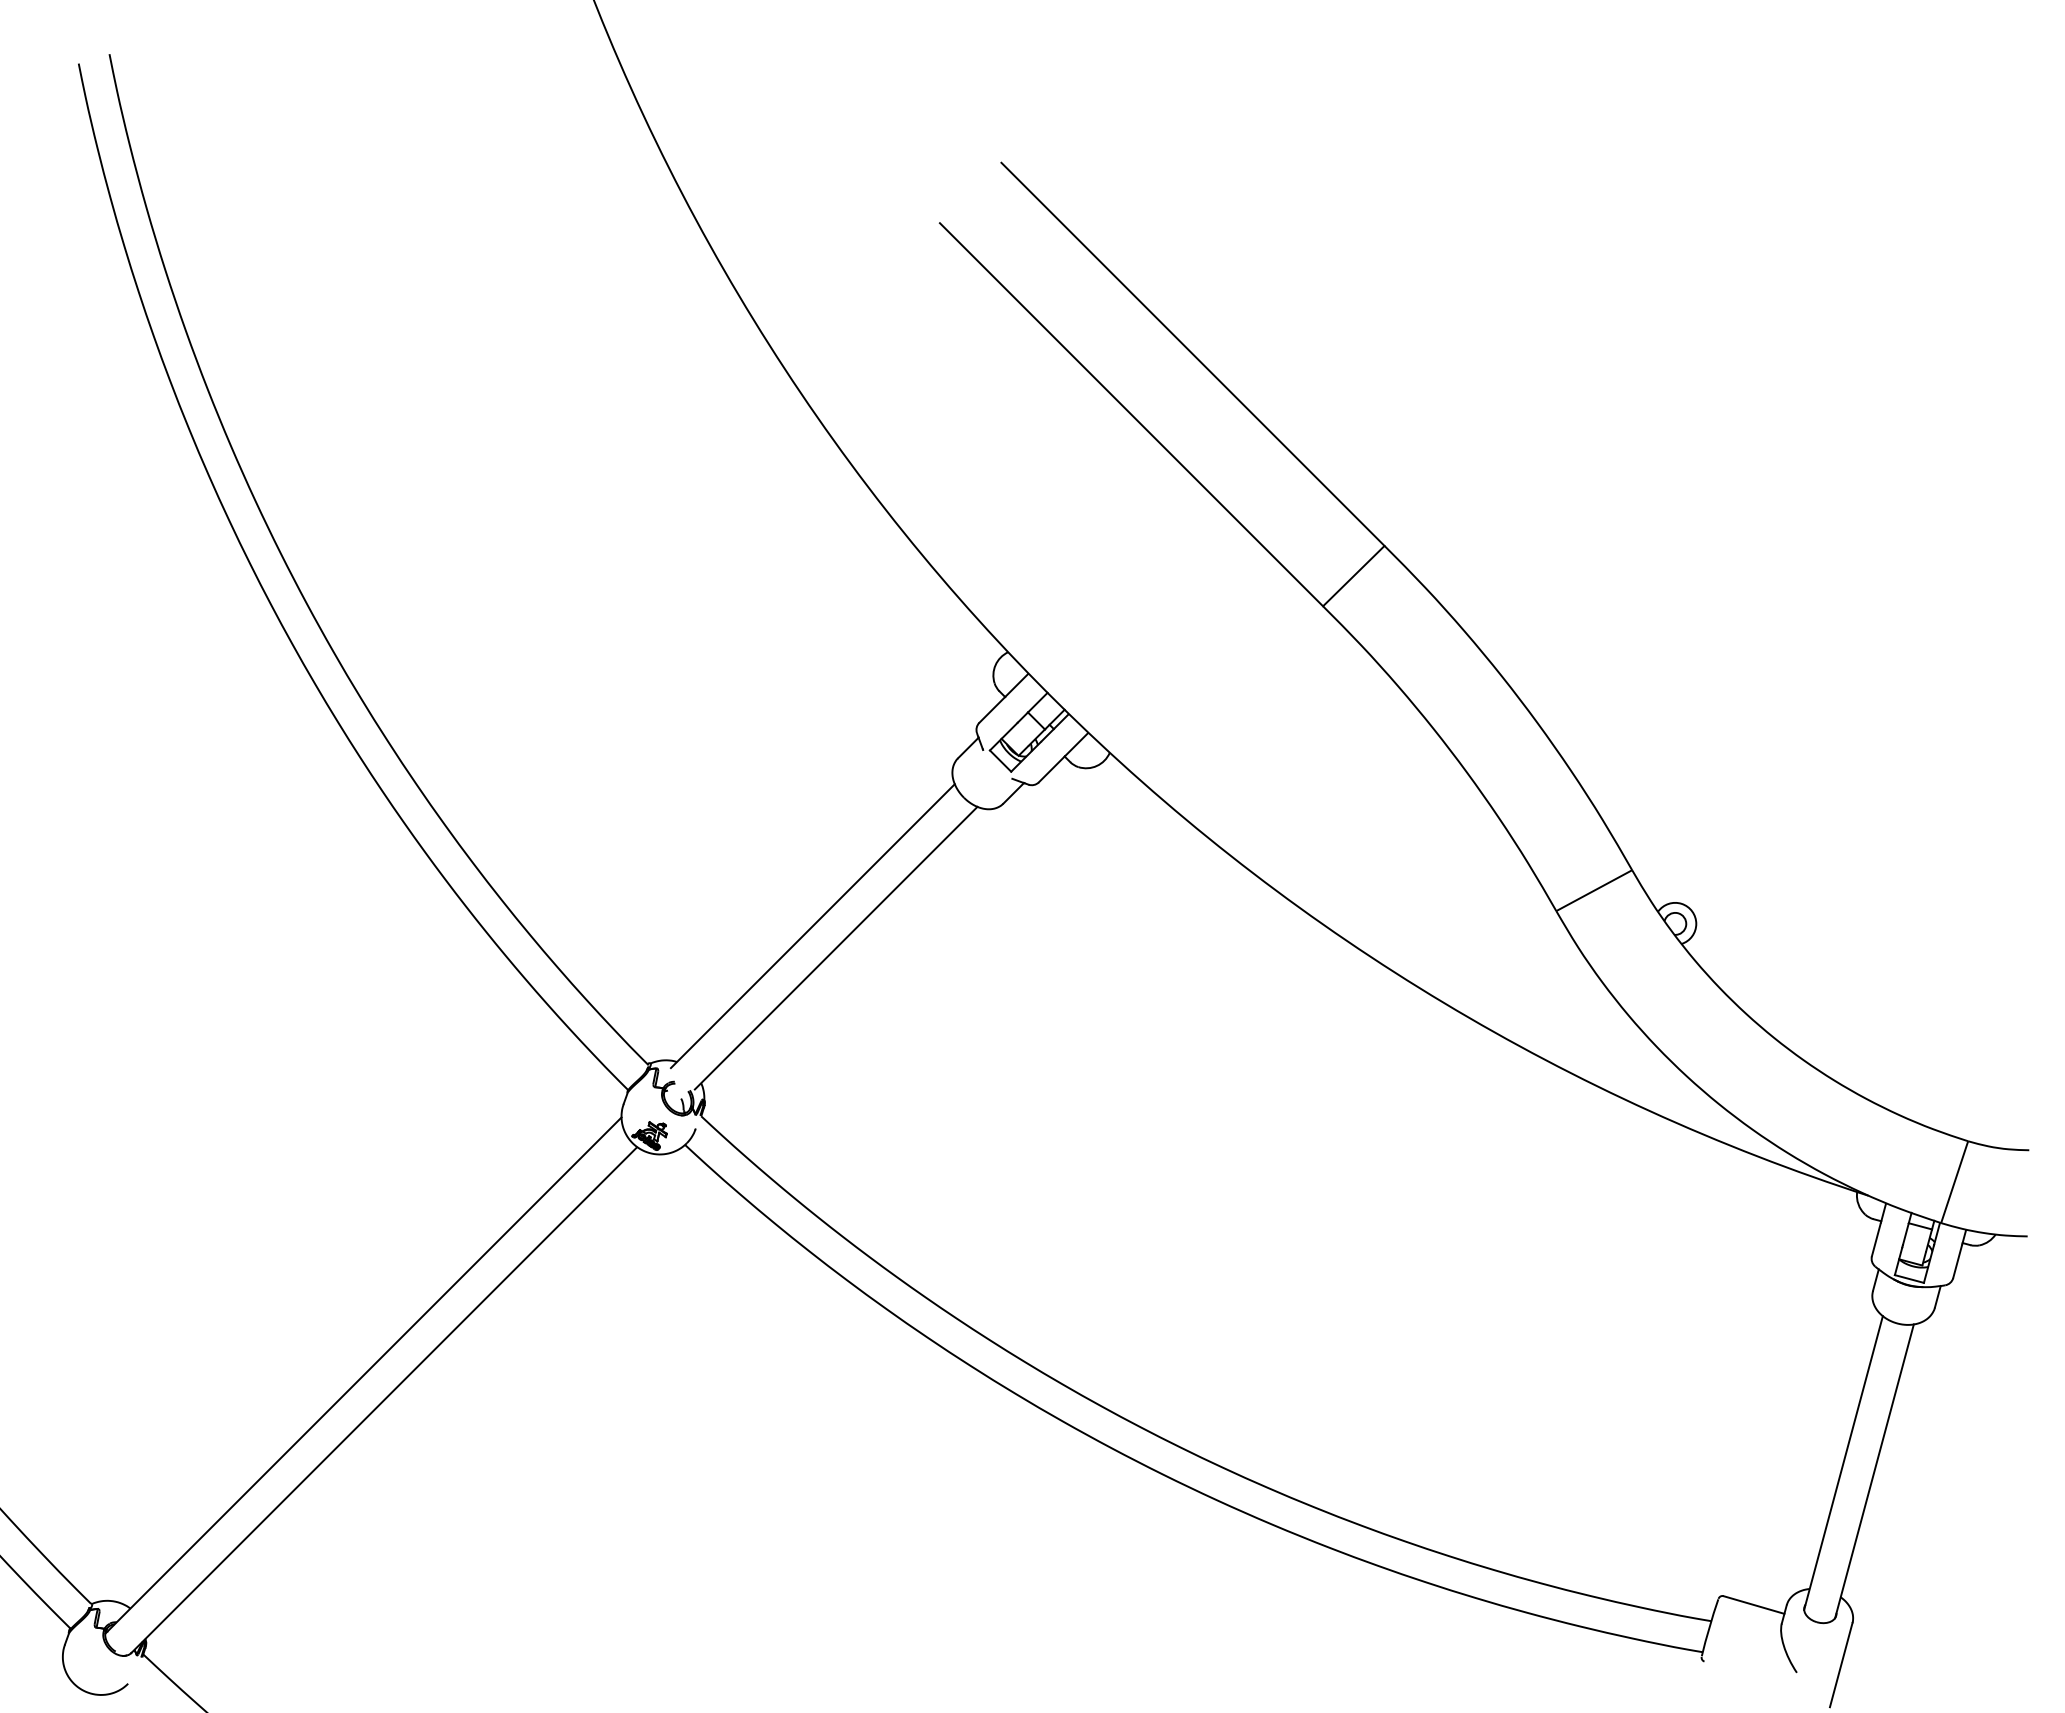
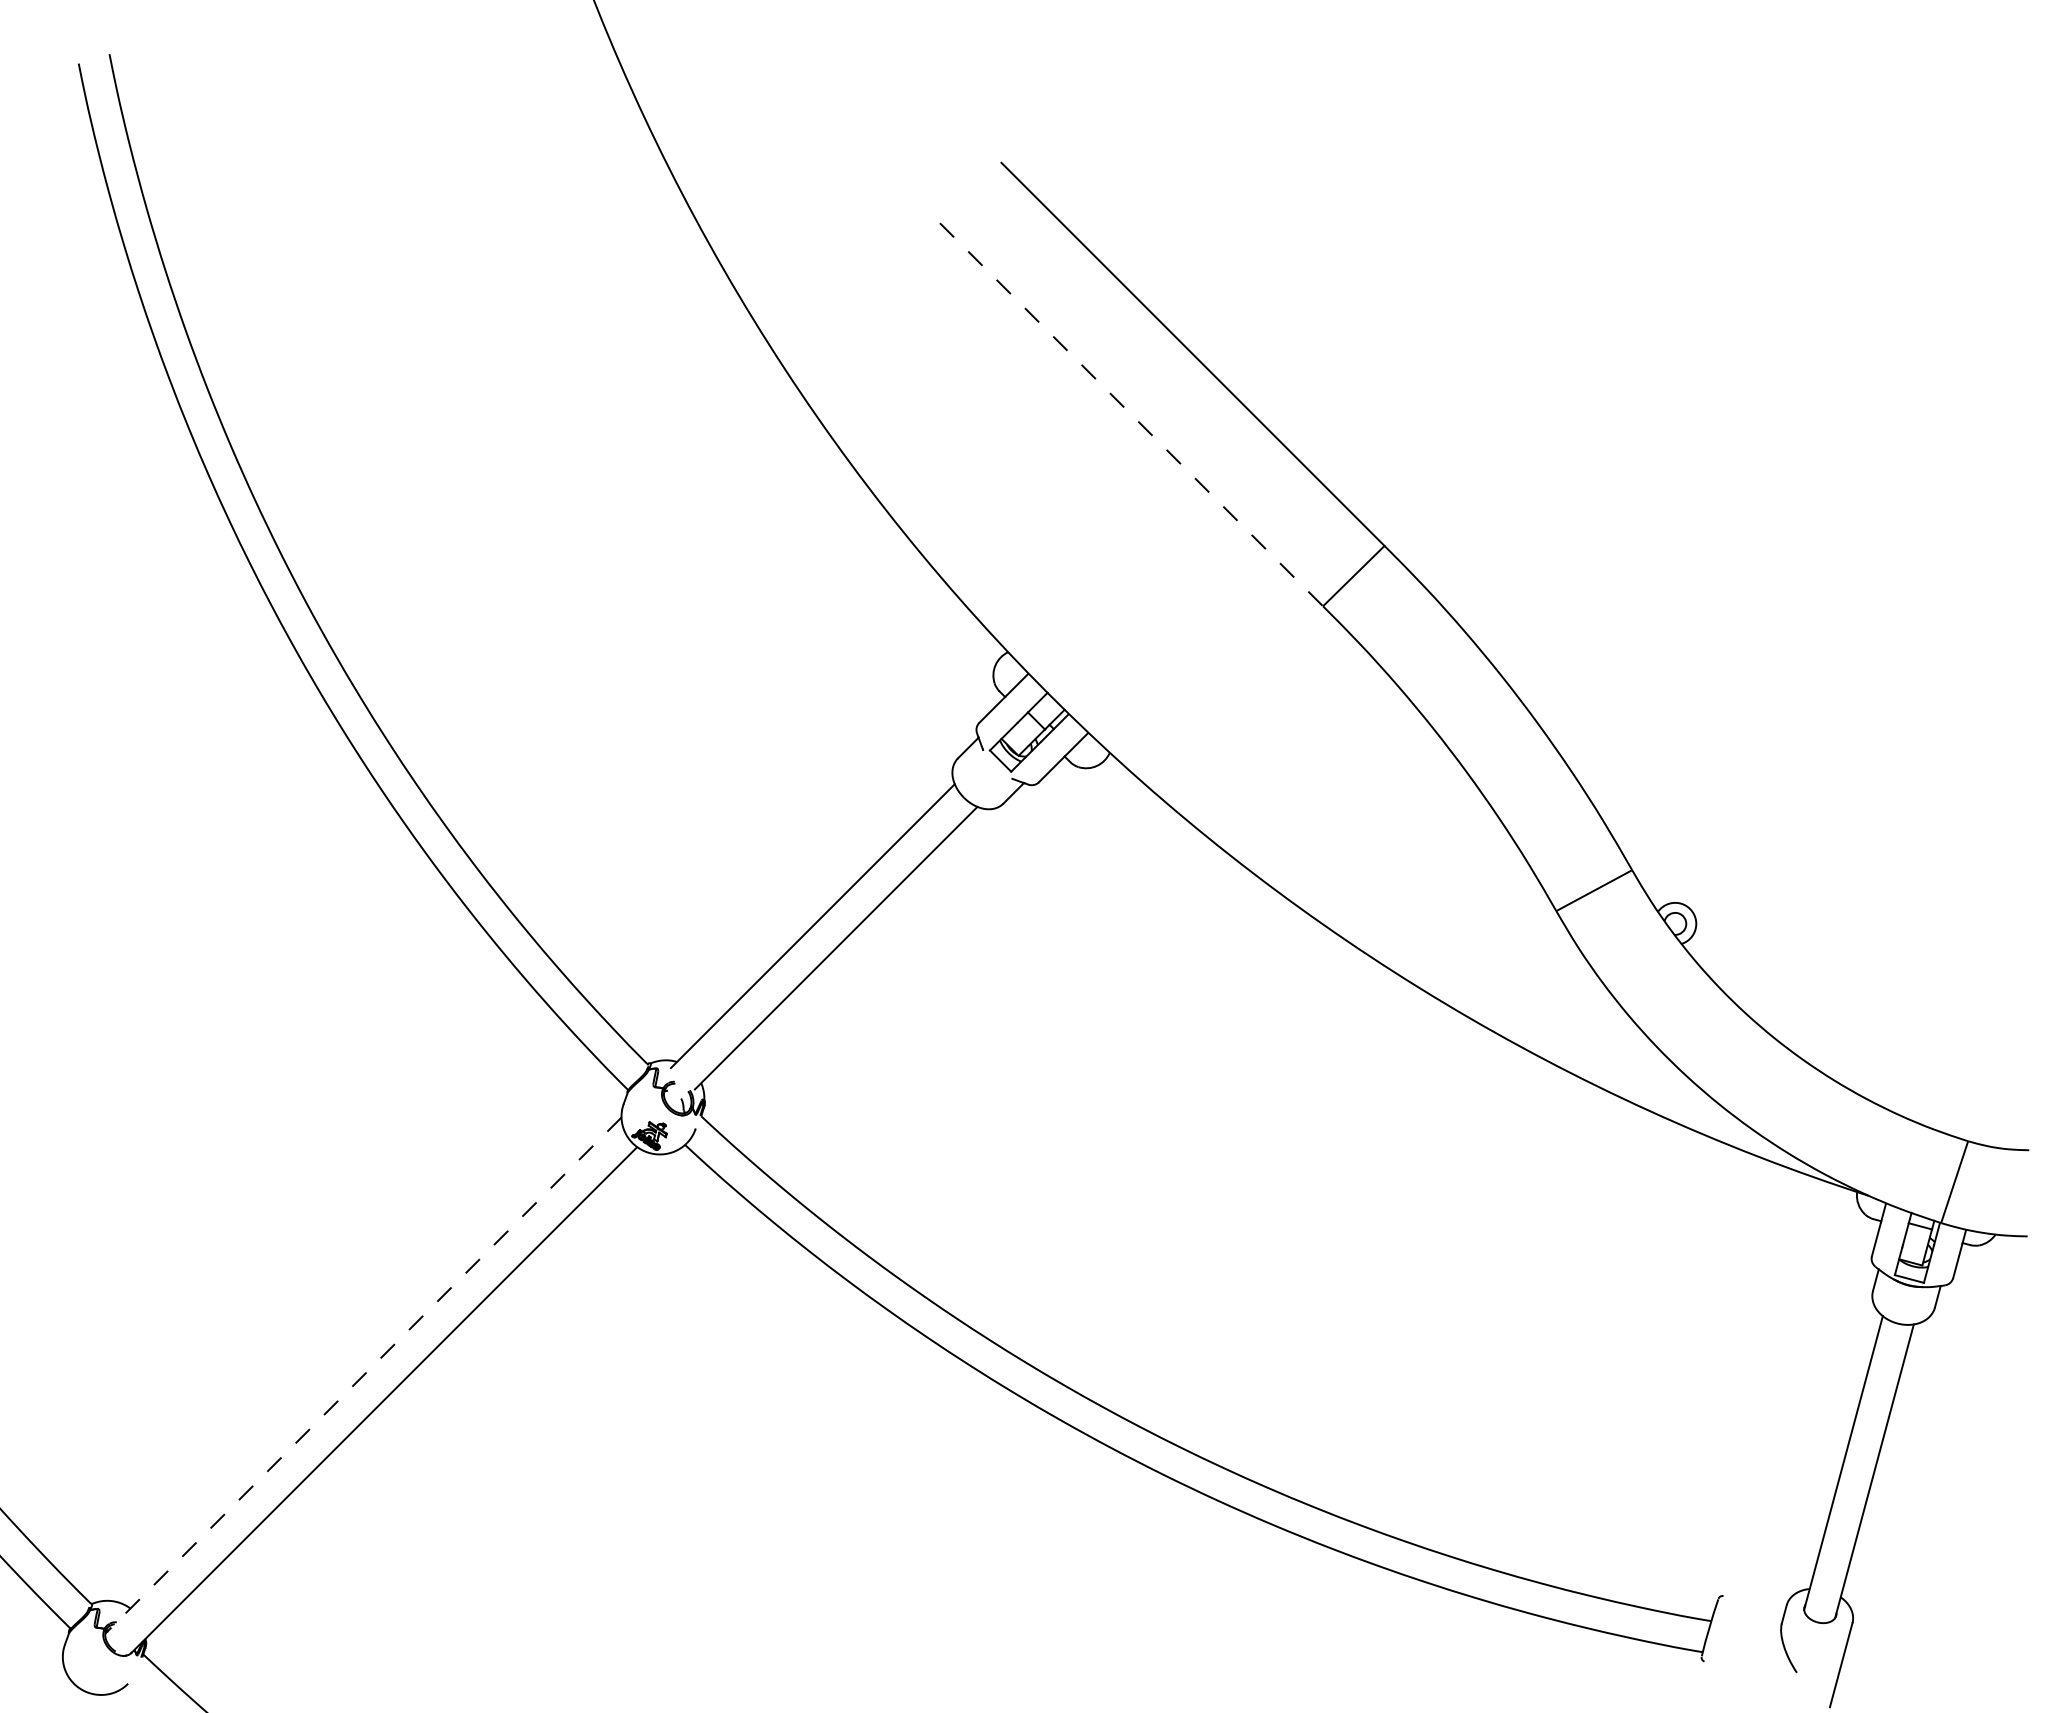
line at (1131, 414): solid -> dashed
line at (363, 1375): solid -> dashed
line at (1753, 1604): present -> none
